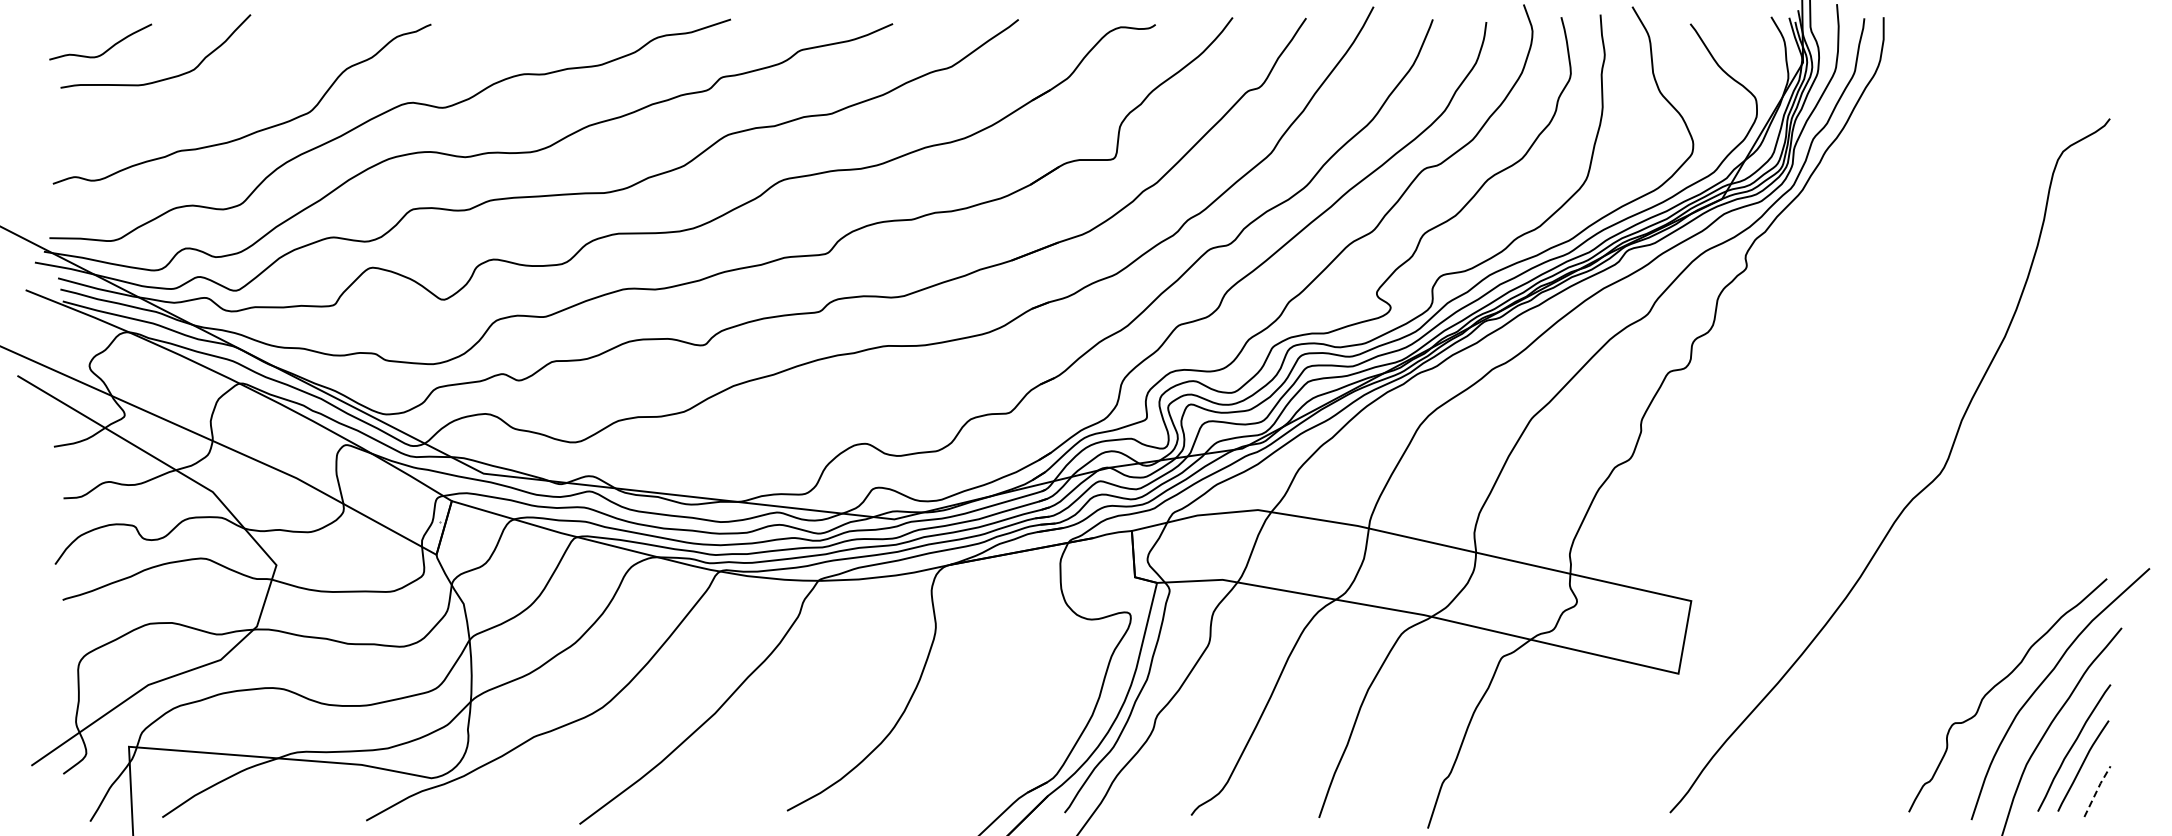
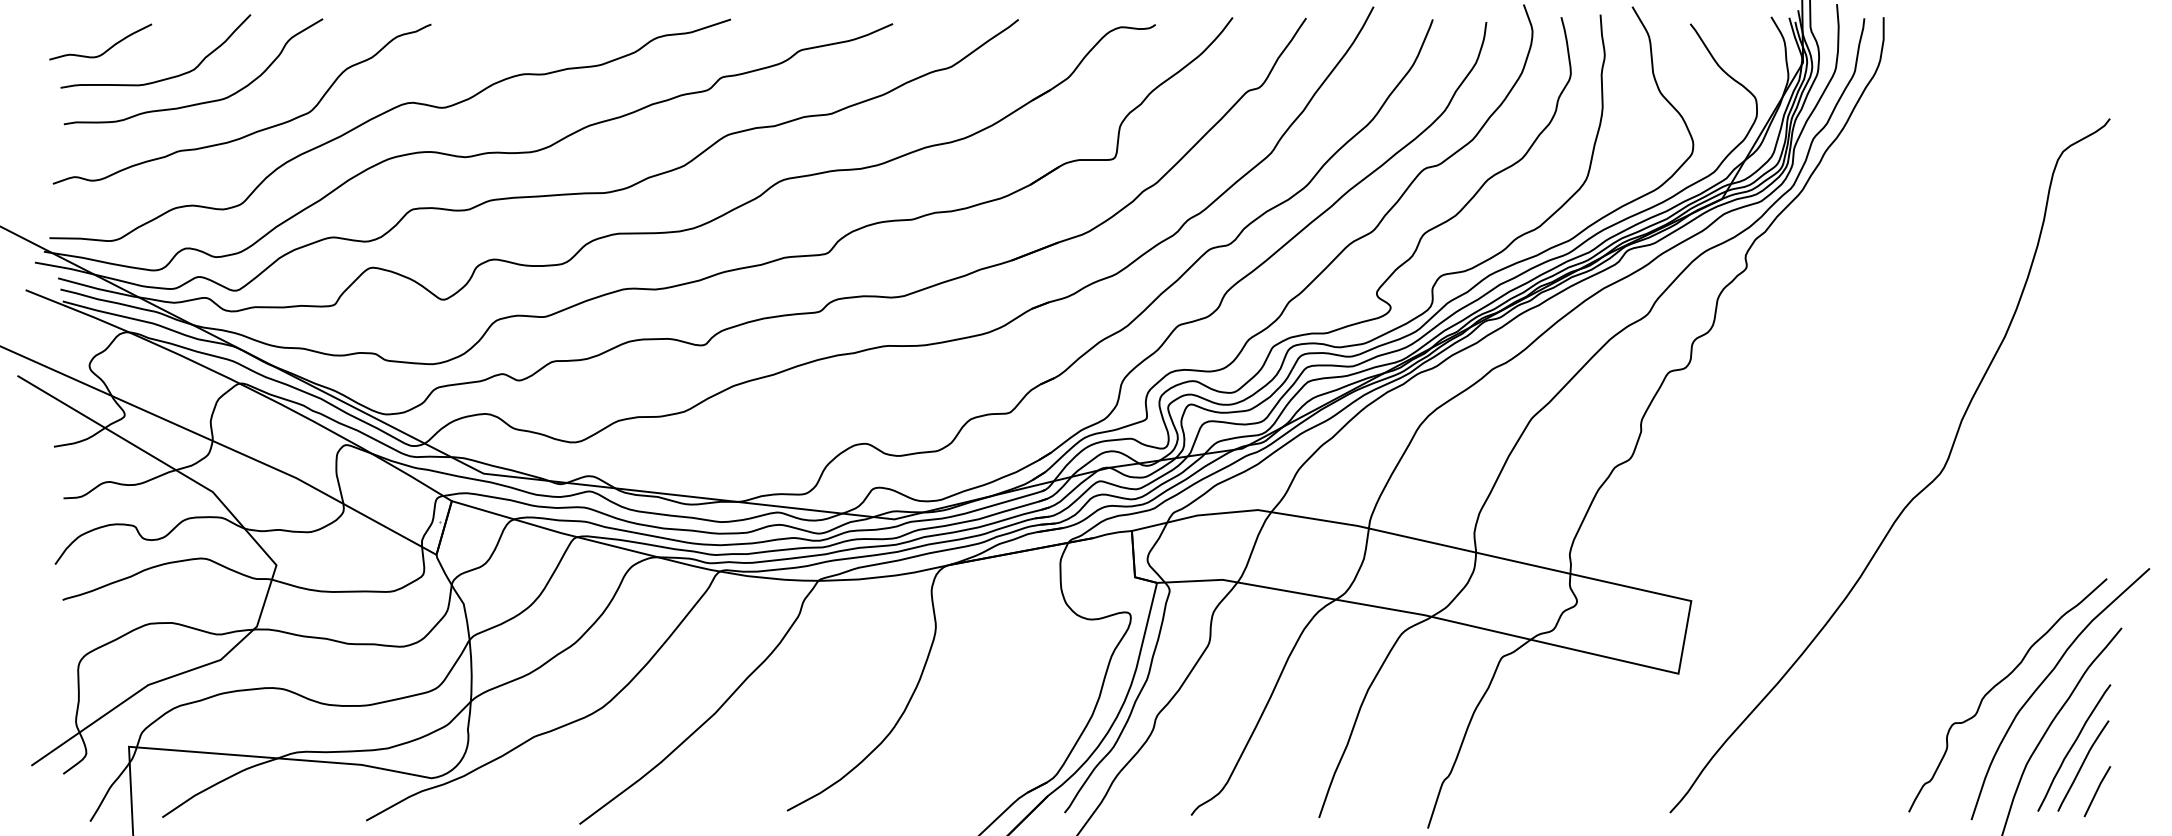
curve at (200, 102): none -> present
line at (2097, 790): dashed -> solid
